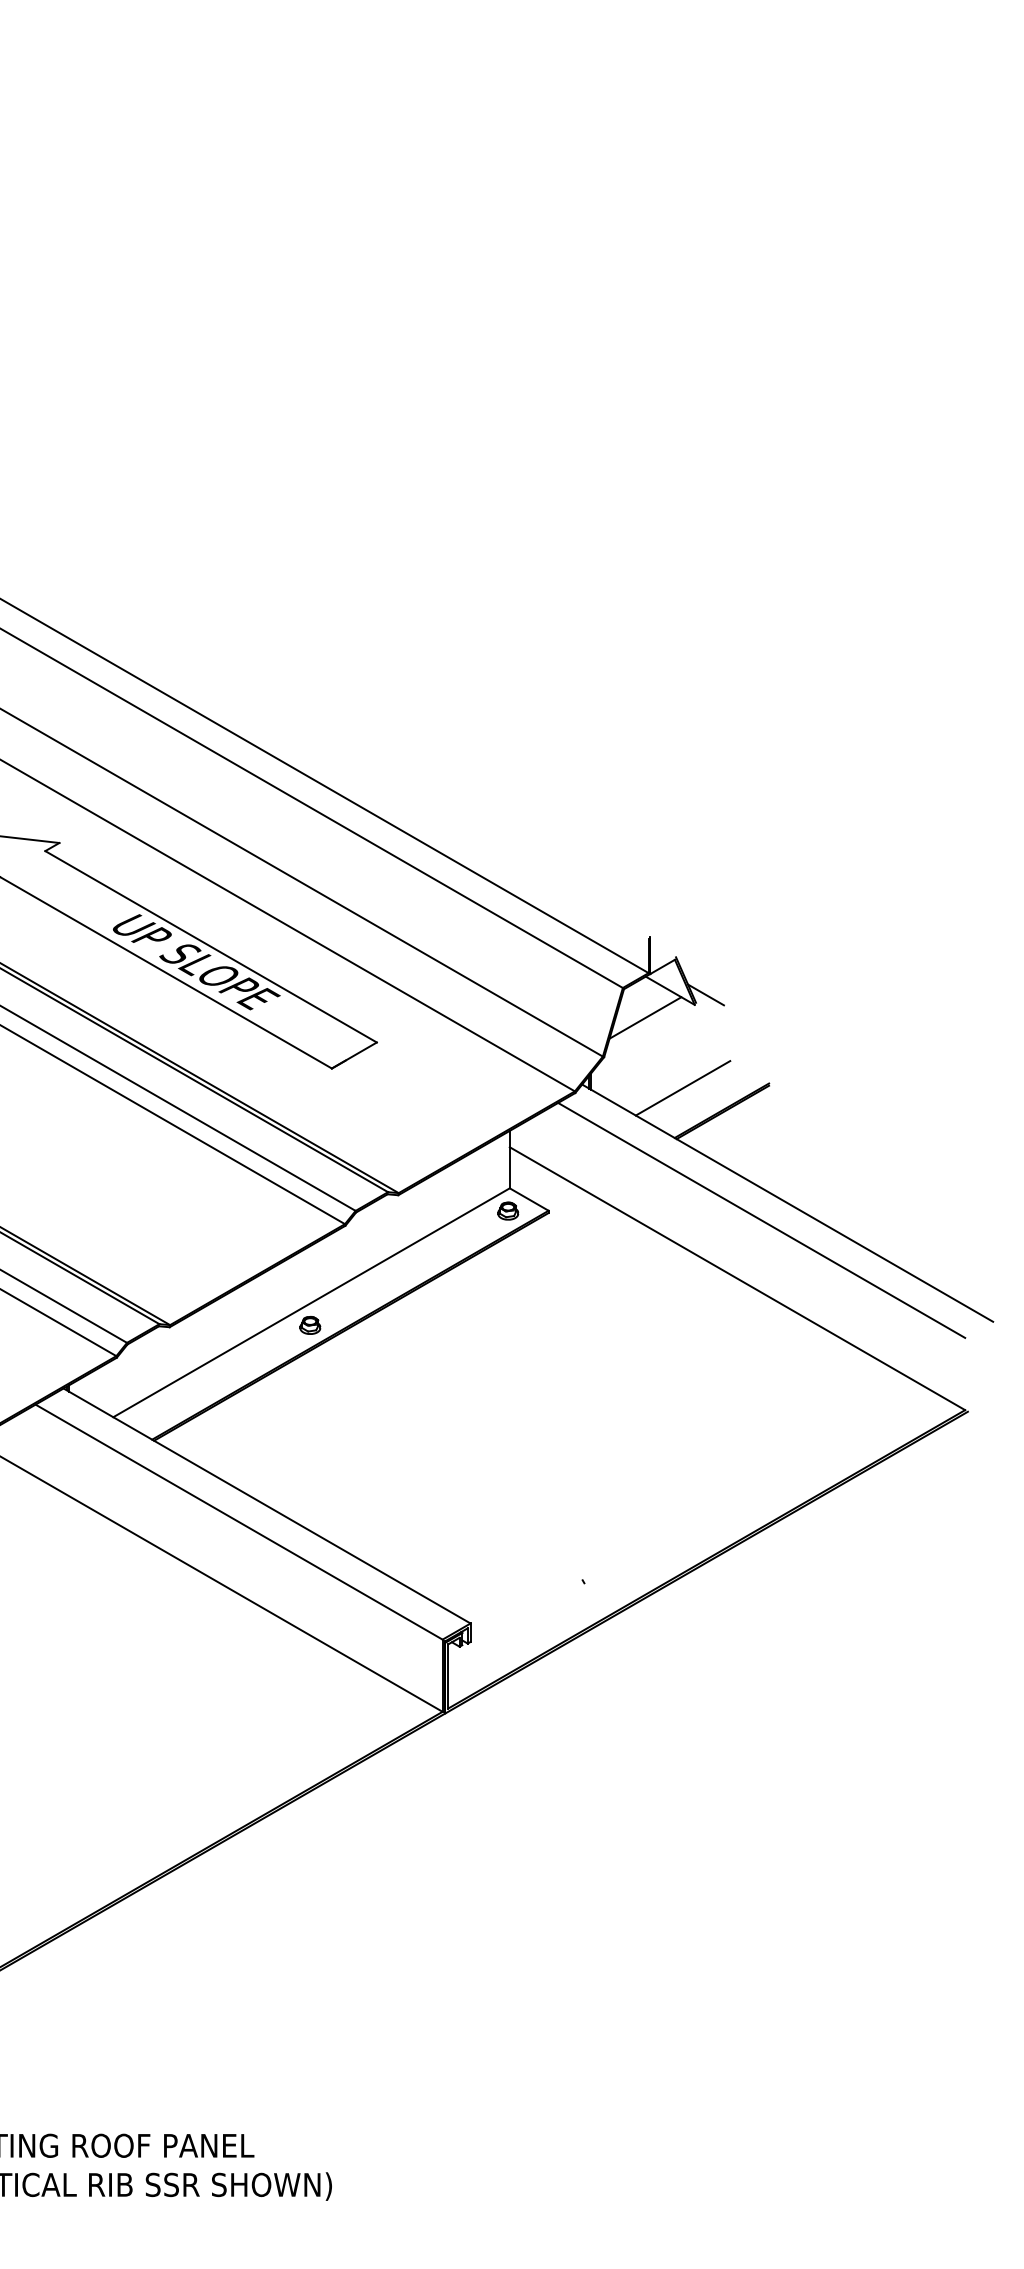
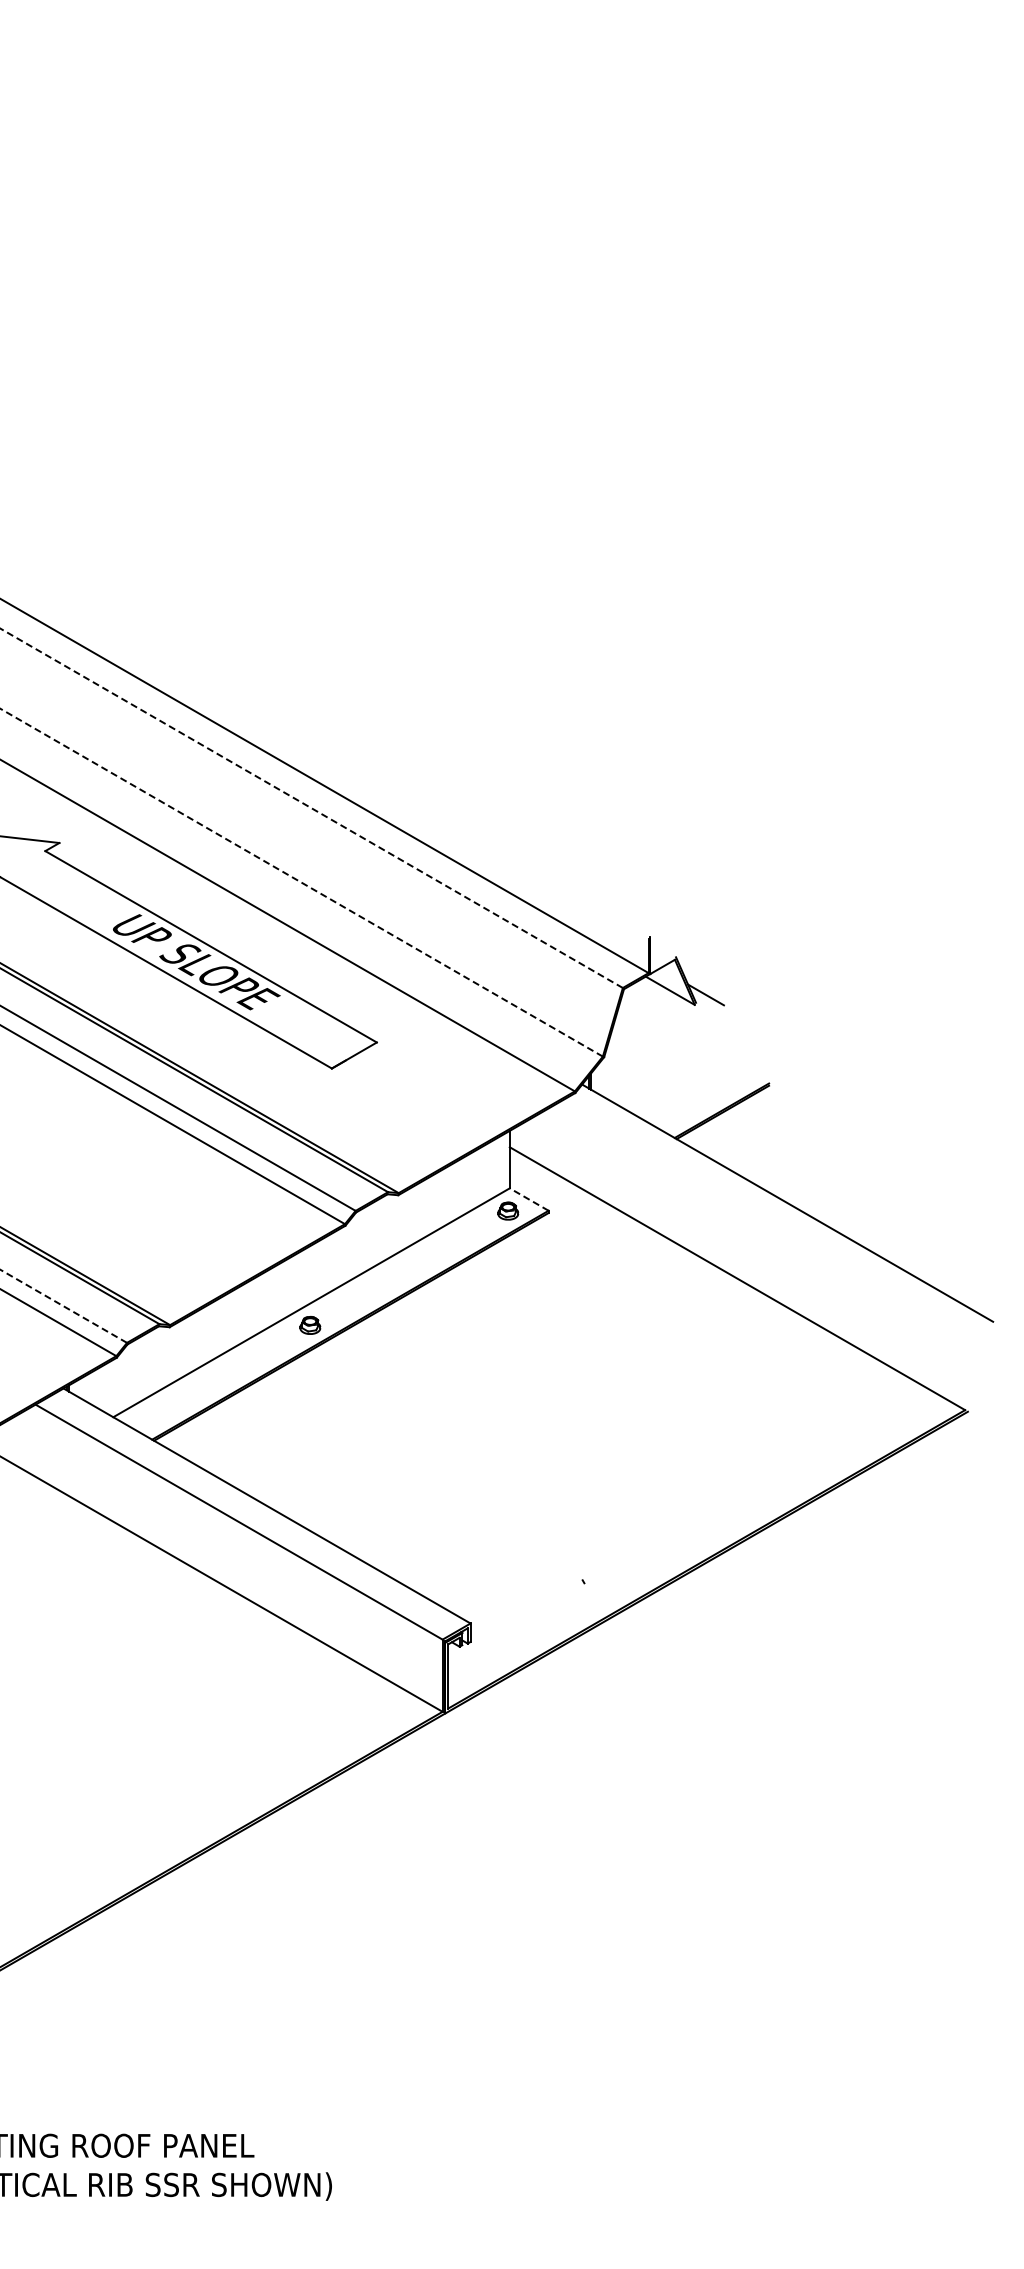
line at (311, 808): solid -> dashed
line at (301, 882): solid -> dashed
line at (645, 1017): present -> none
line at (682, 1088): present -> none
line at (528, 1199): solid -> dashed
line at (761, 1219): present -> none
line at (63, 1306): solid -> dashed
